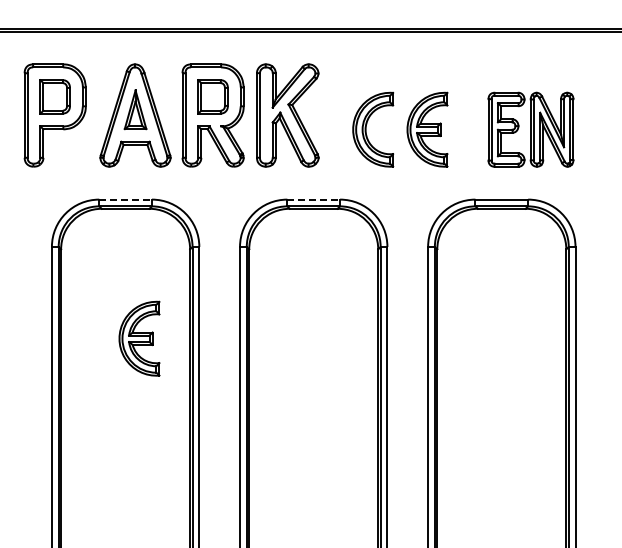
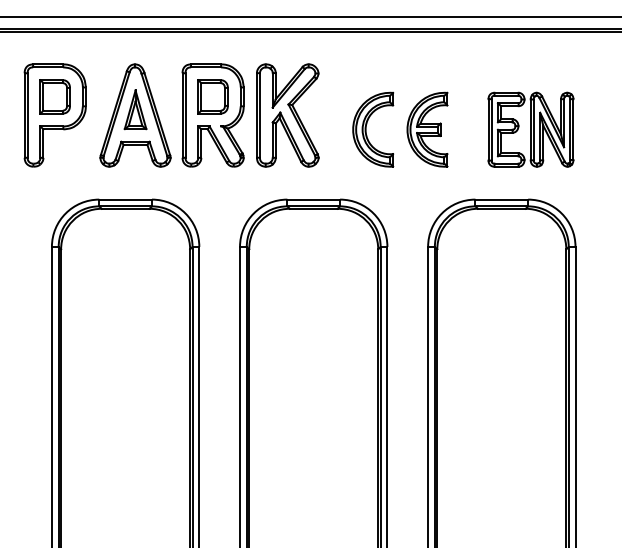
line at (310, 16): none -> present
line at (126, 199): dashed -> solid
line at (314, 199): dashed -> solid
part at (139, 338): present -> none
